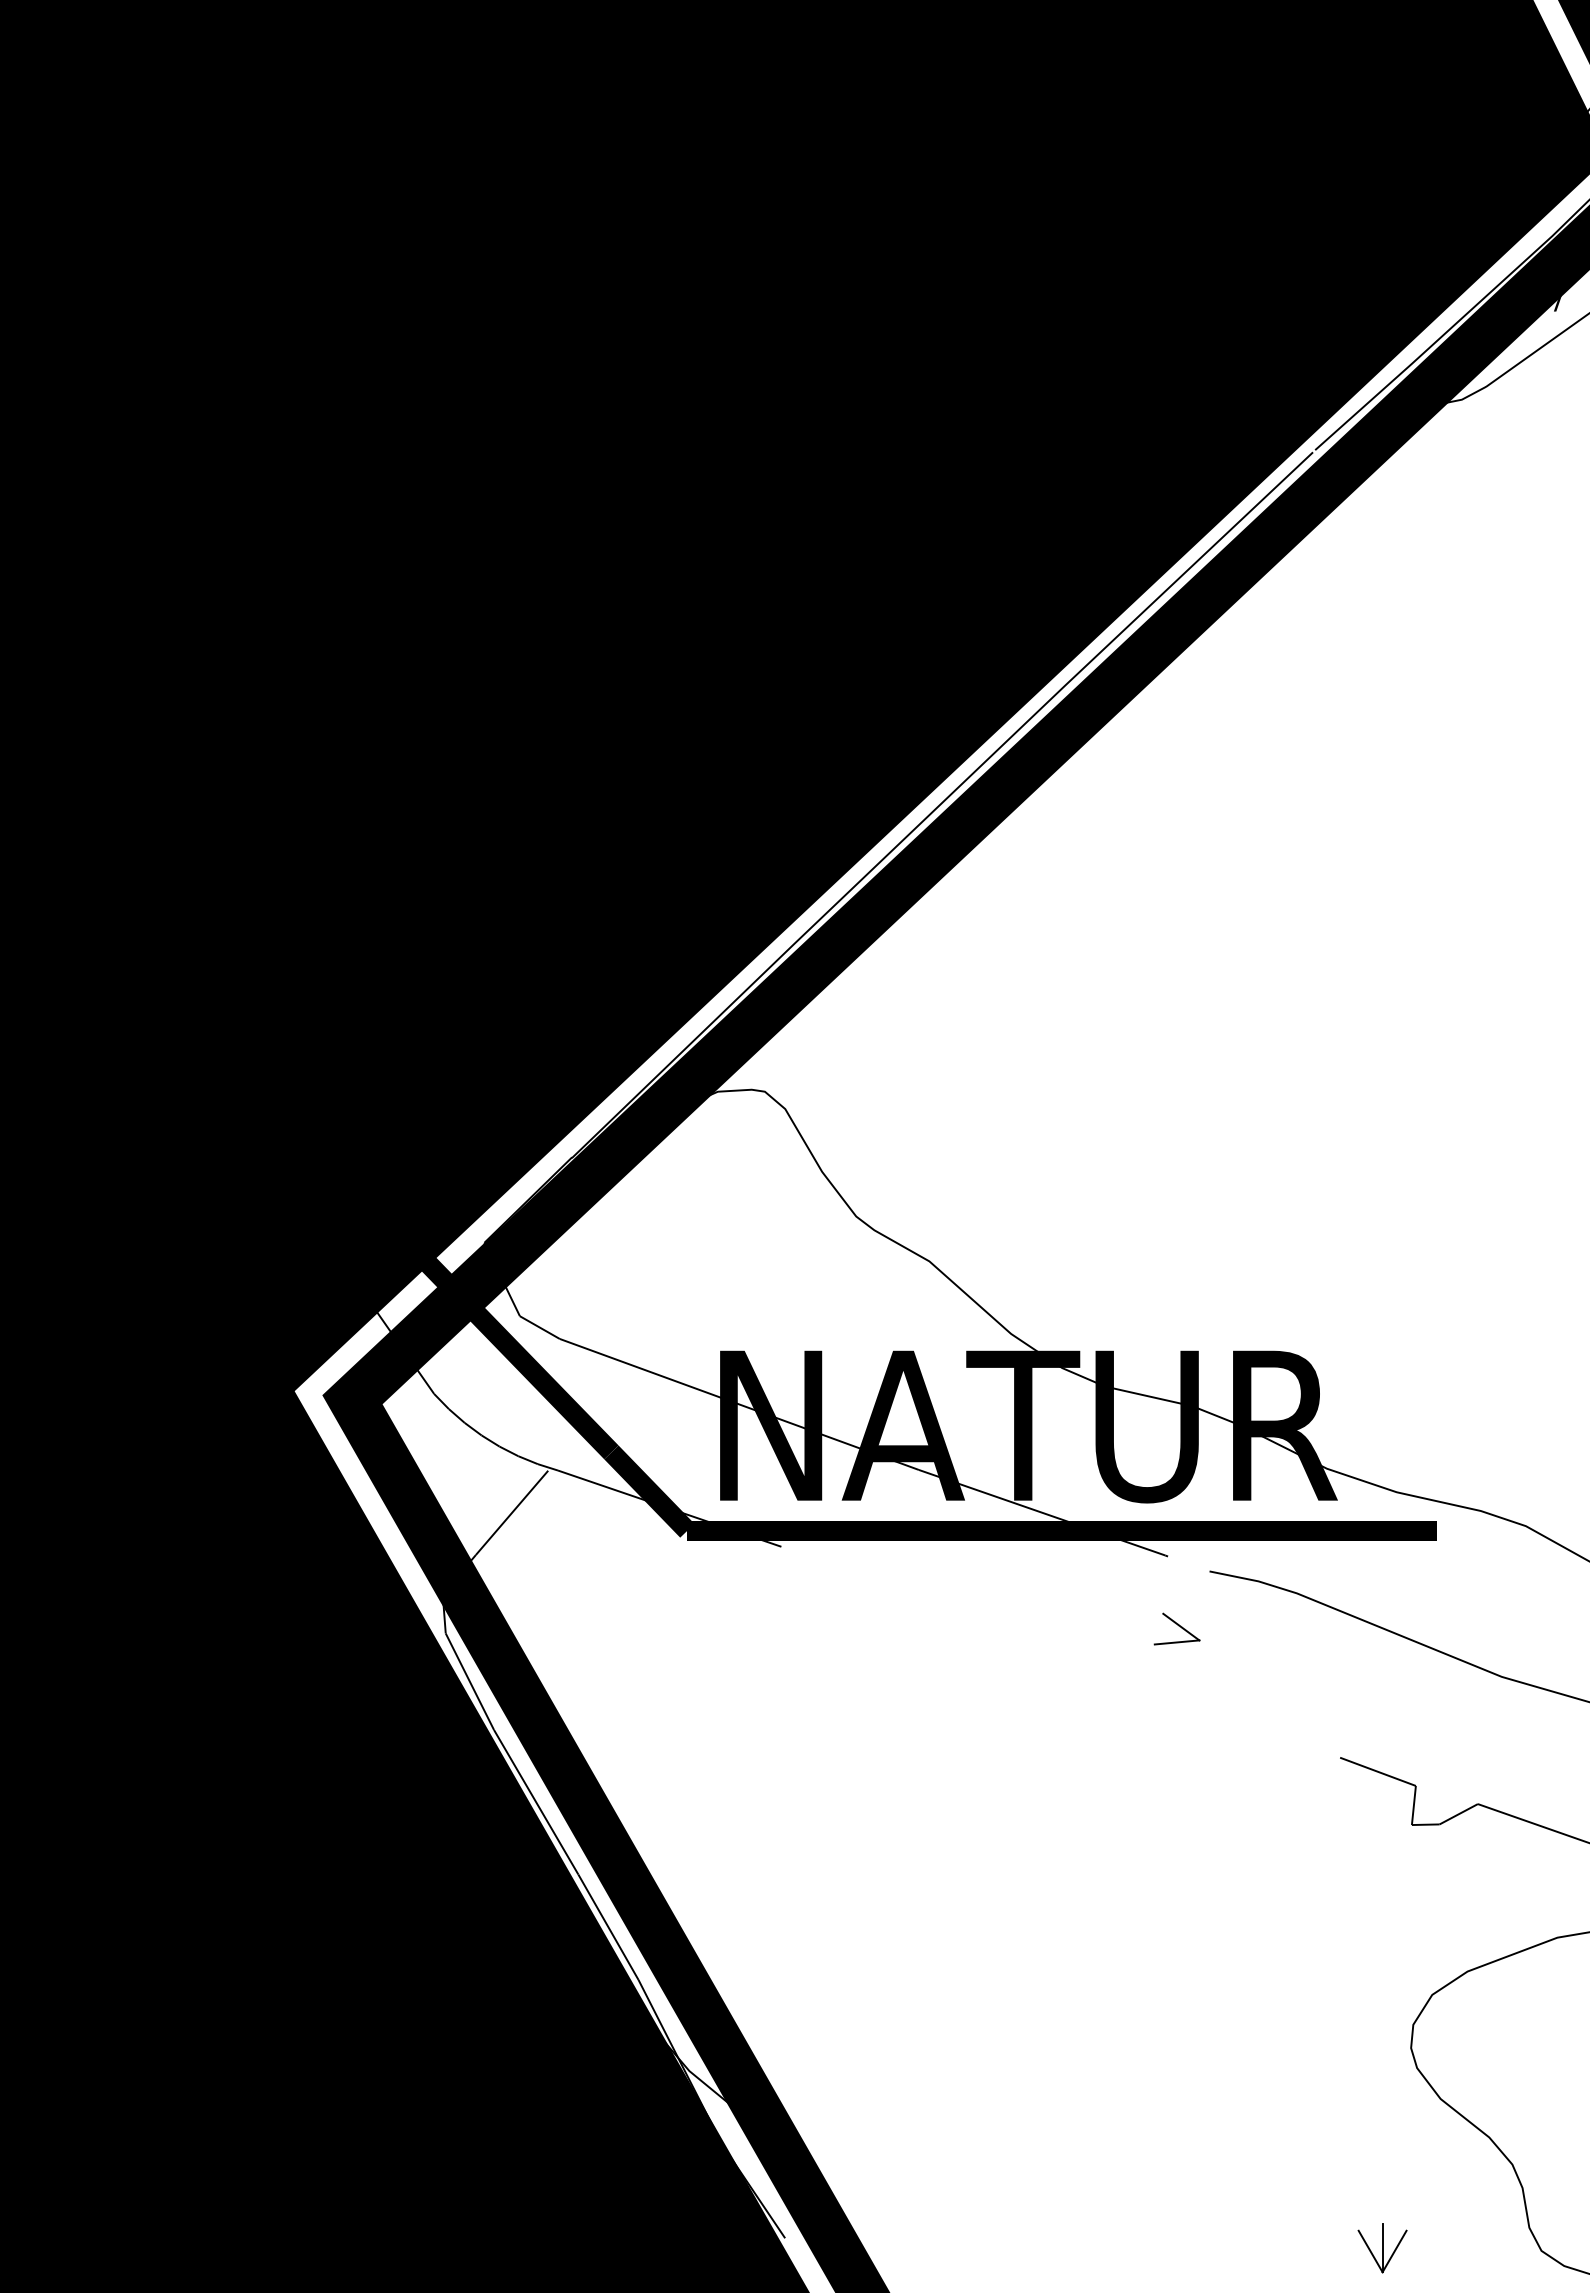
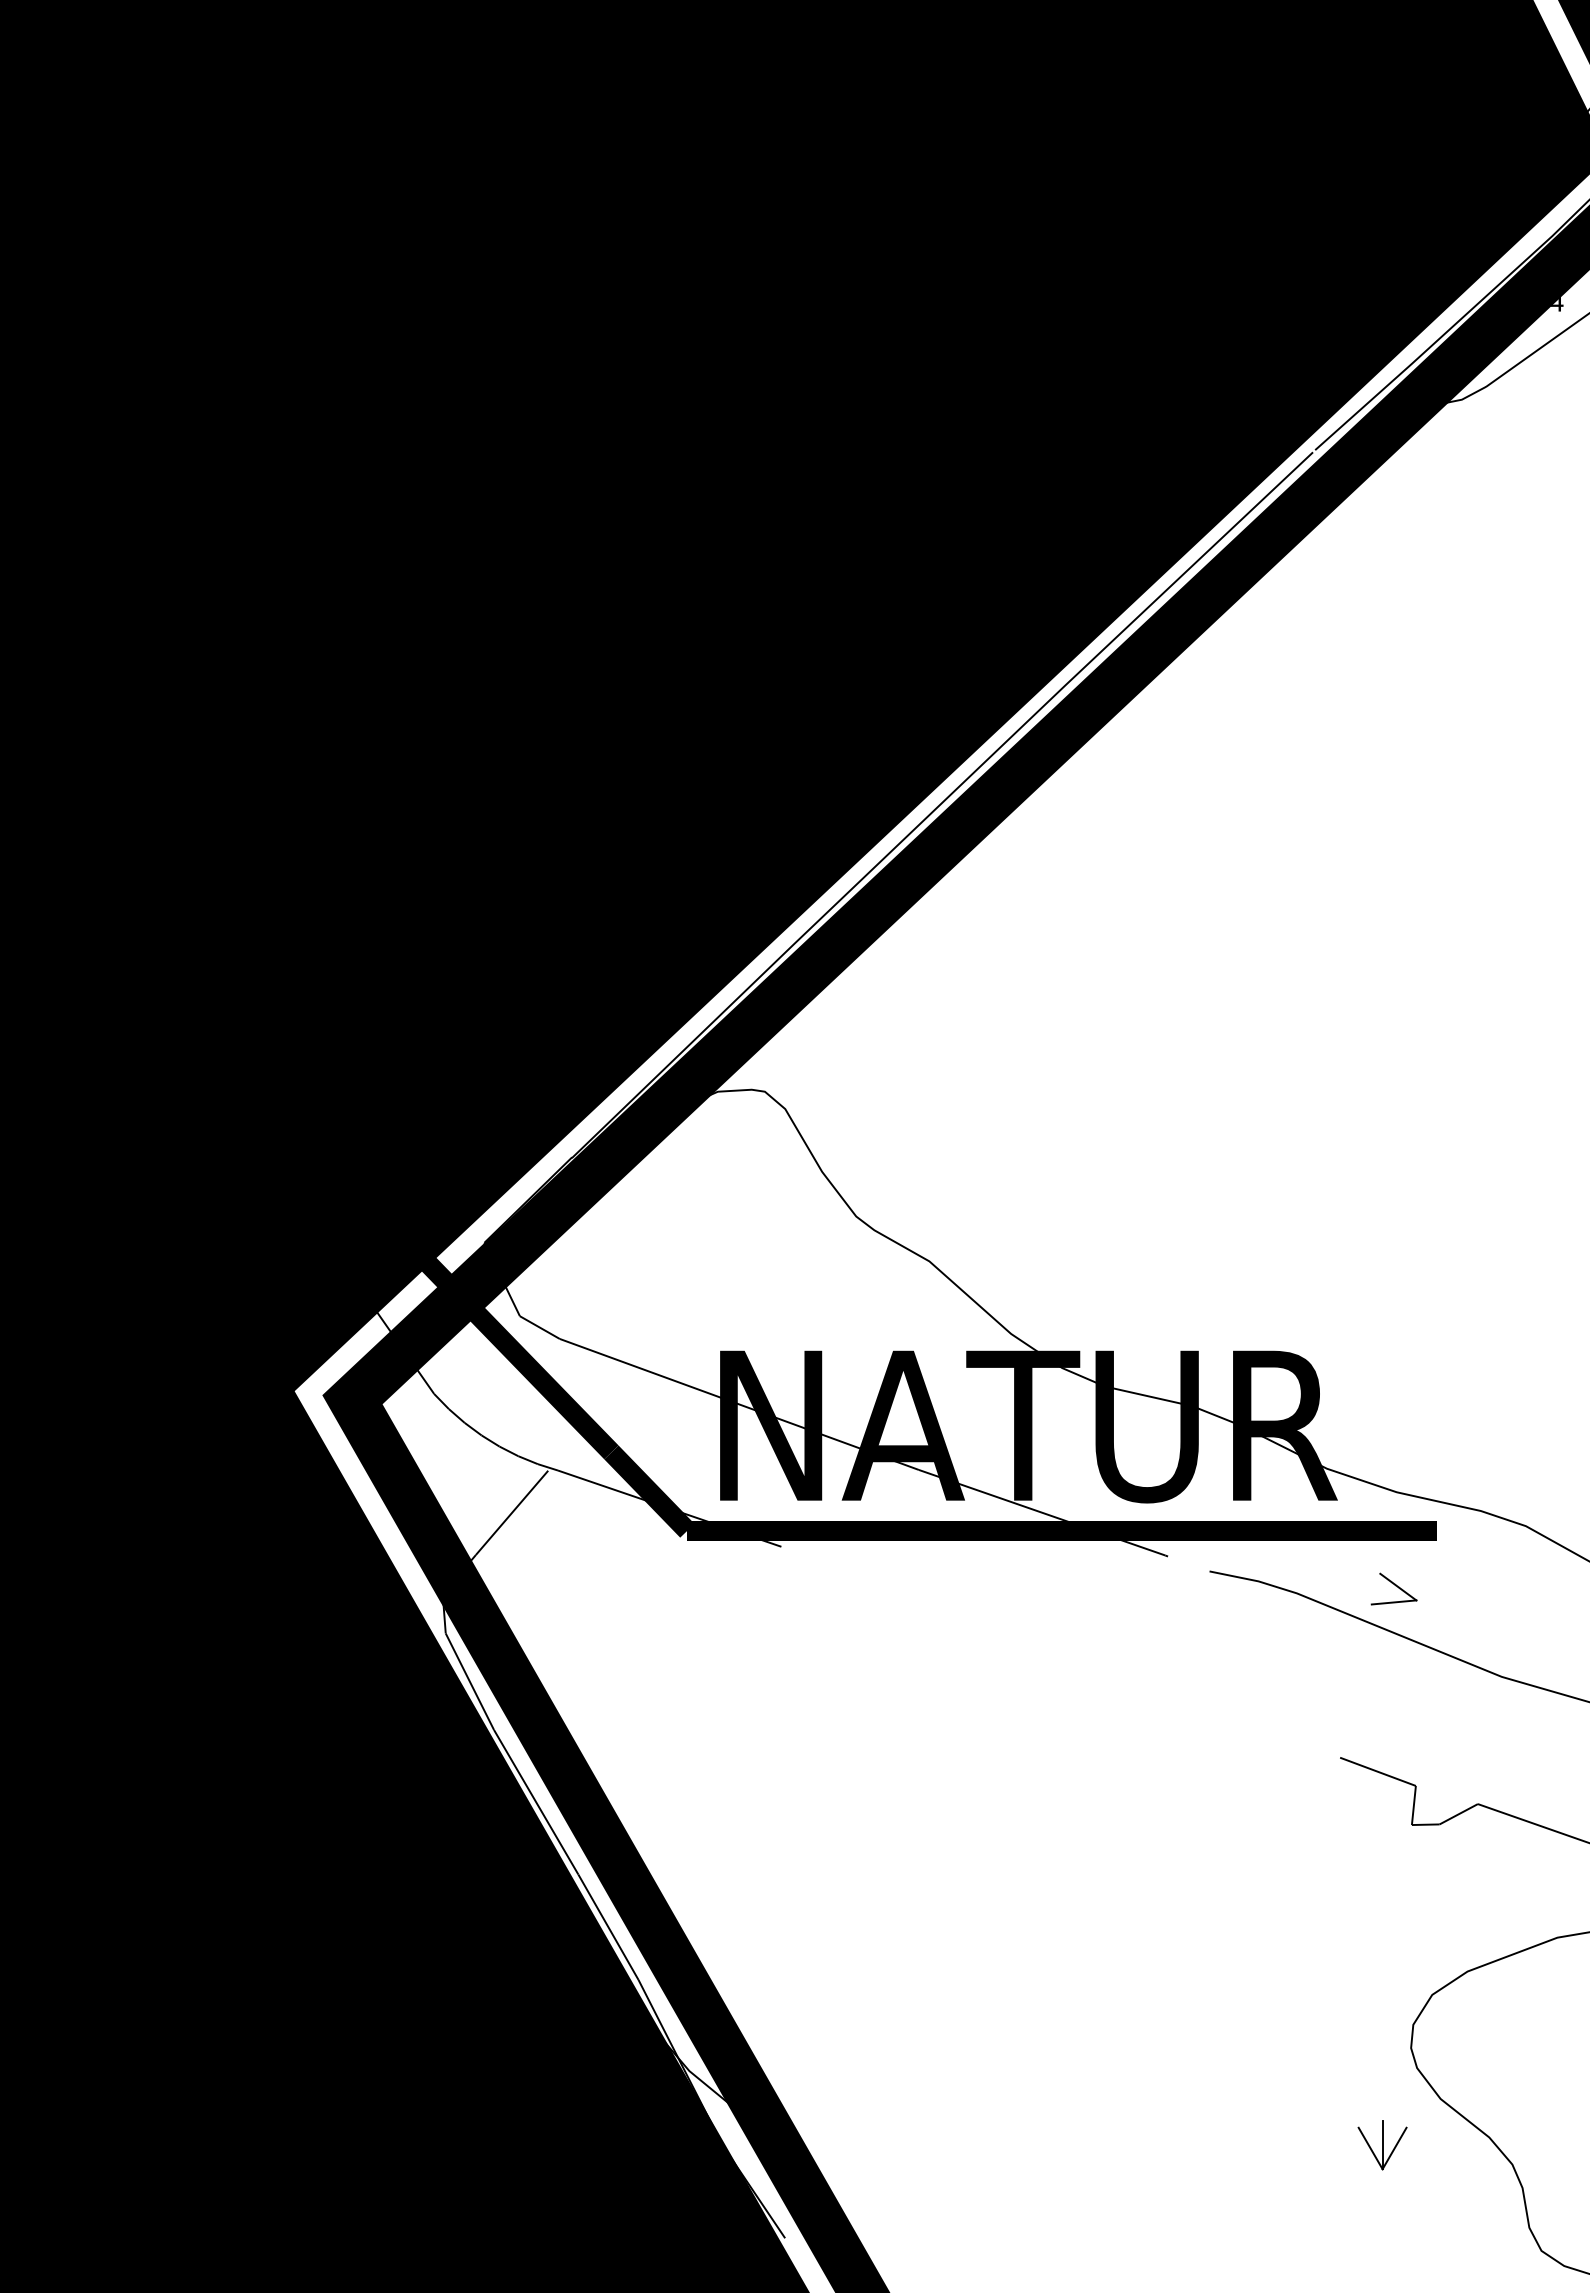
text at (1557, 303): 37 -> 34
part at (1176, 1628) position: (1176, 1628) -> (1393, 1588)
part at (1382, 2248) position: (1382, 2248) -> (1382, 2145)
